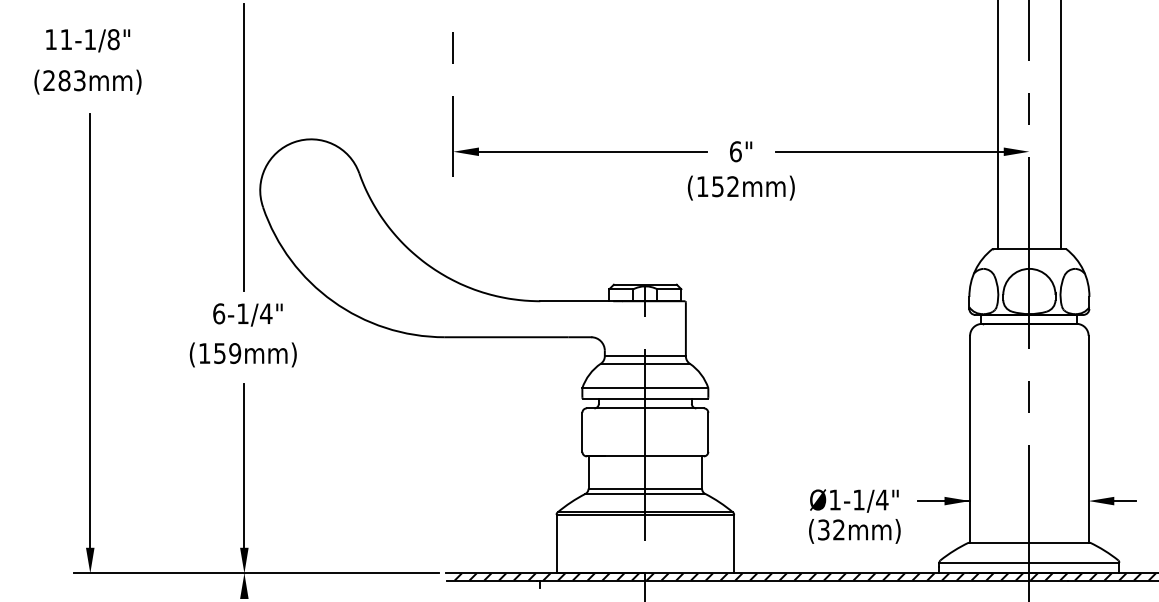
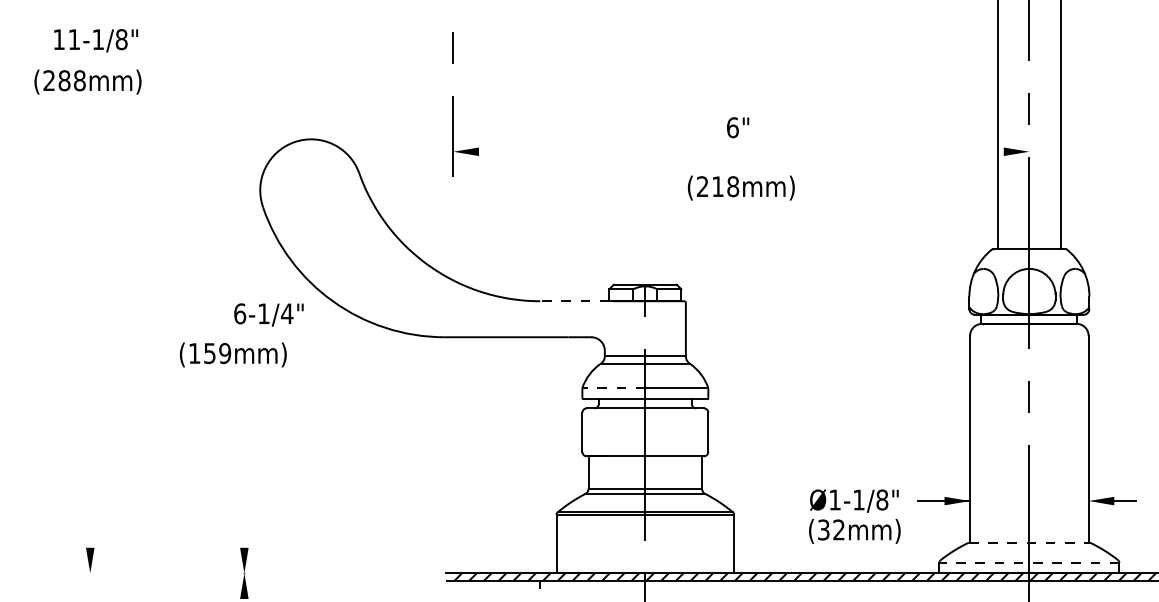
text at (88, 40) position: (88, 40) -> (96, 40)
text at (79, 80): (283mm) -> (288mm)
line at (244, 147): present -> none
line at (592, 151): present -> none
text at (741, 151) position: (741, 151) -> (738, 127)
line at (889, 151): present -> none
text at (717, 186): (152mm) -> (218mm)
line at (574, 301): solid -> dashed
text at (247, 314) position: (247, 314) -> (268, 314)
line at (90, 330): present -> none
text at (242, 354) position: (242, 354) -> (232, 354)
line at (613, 388): solid -> dashed
line at (244, 465): present -> none
text at (882, 499): Ø1-1/4" -> Ø1-1/8"
line at (1029, 542): solid -> dashed
line at (1028, 562): solid -> dashed
line at (256, 573): present -> none
